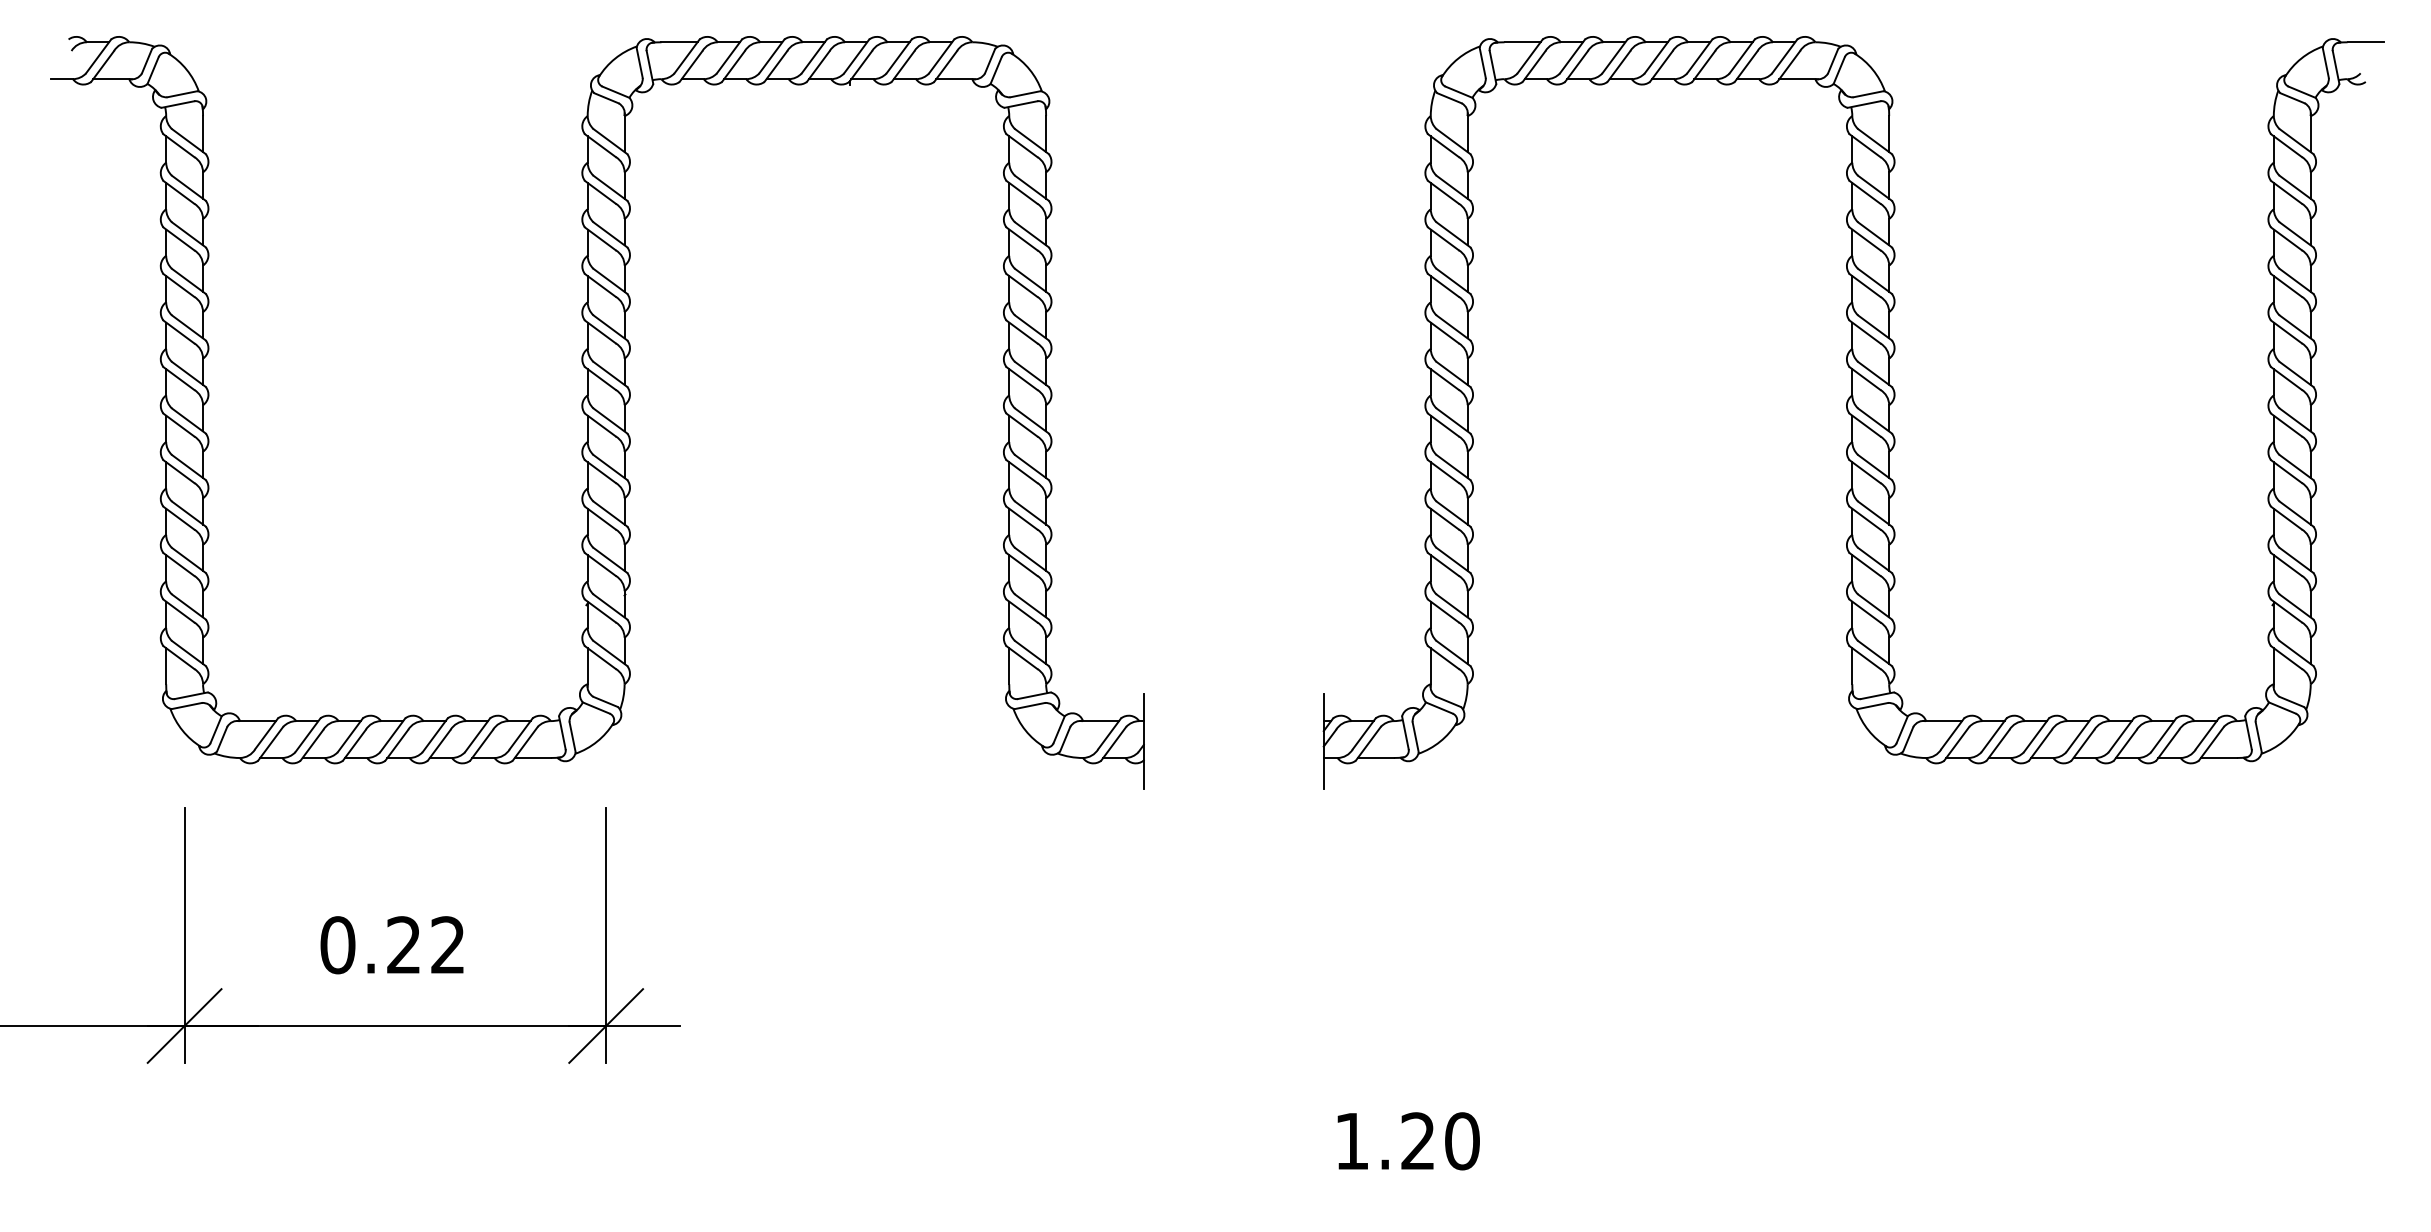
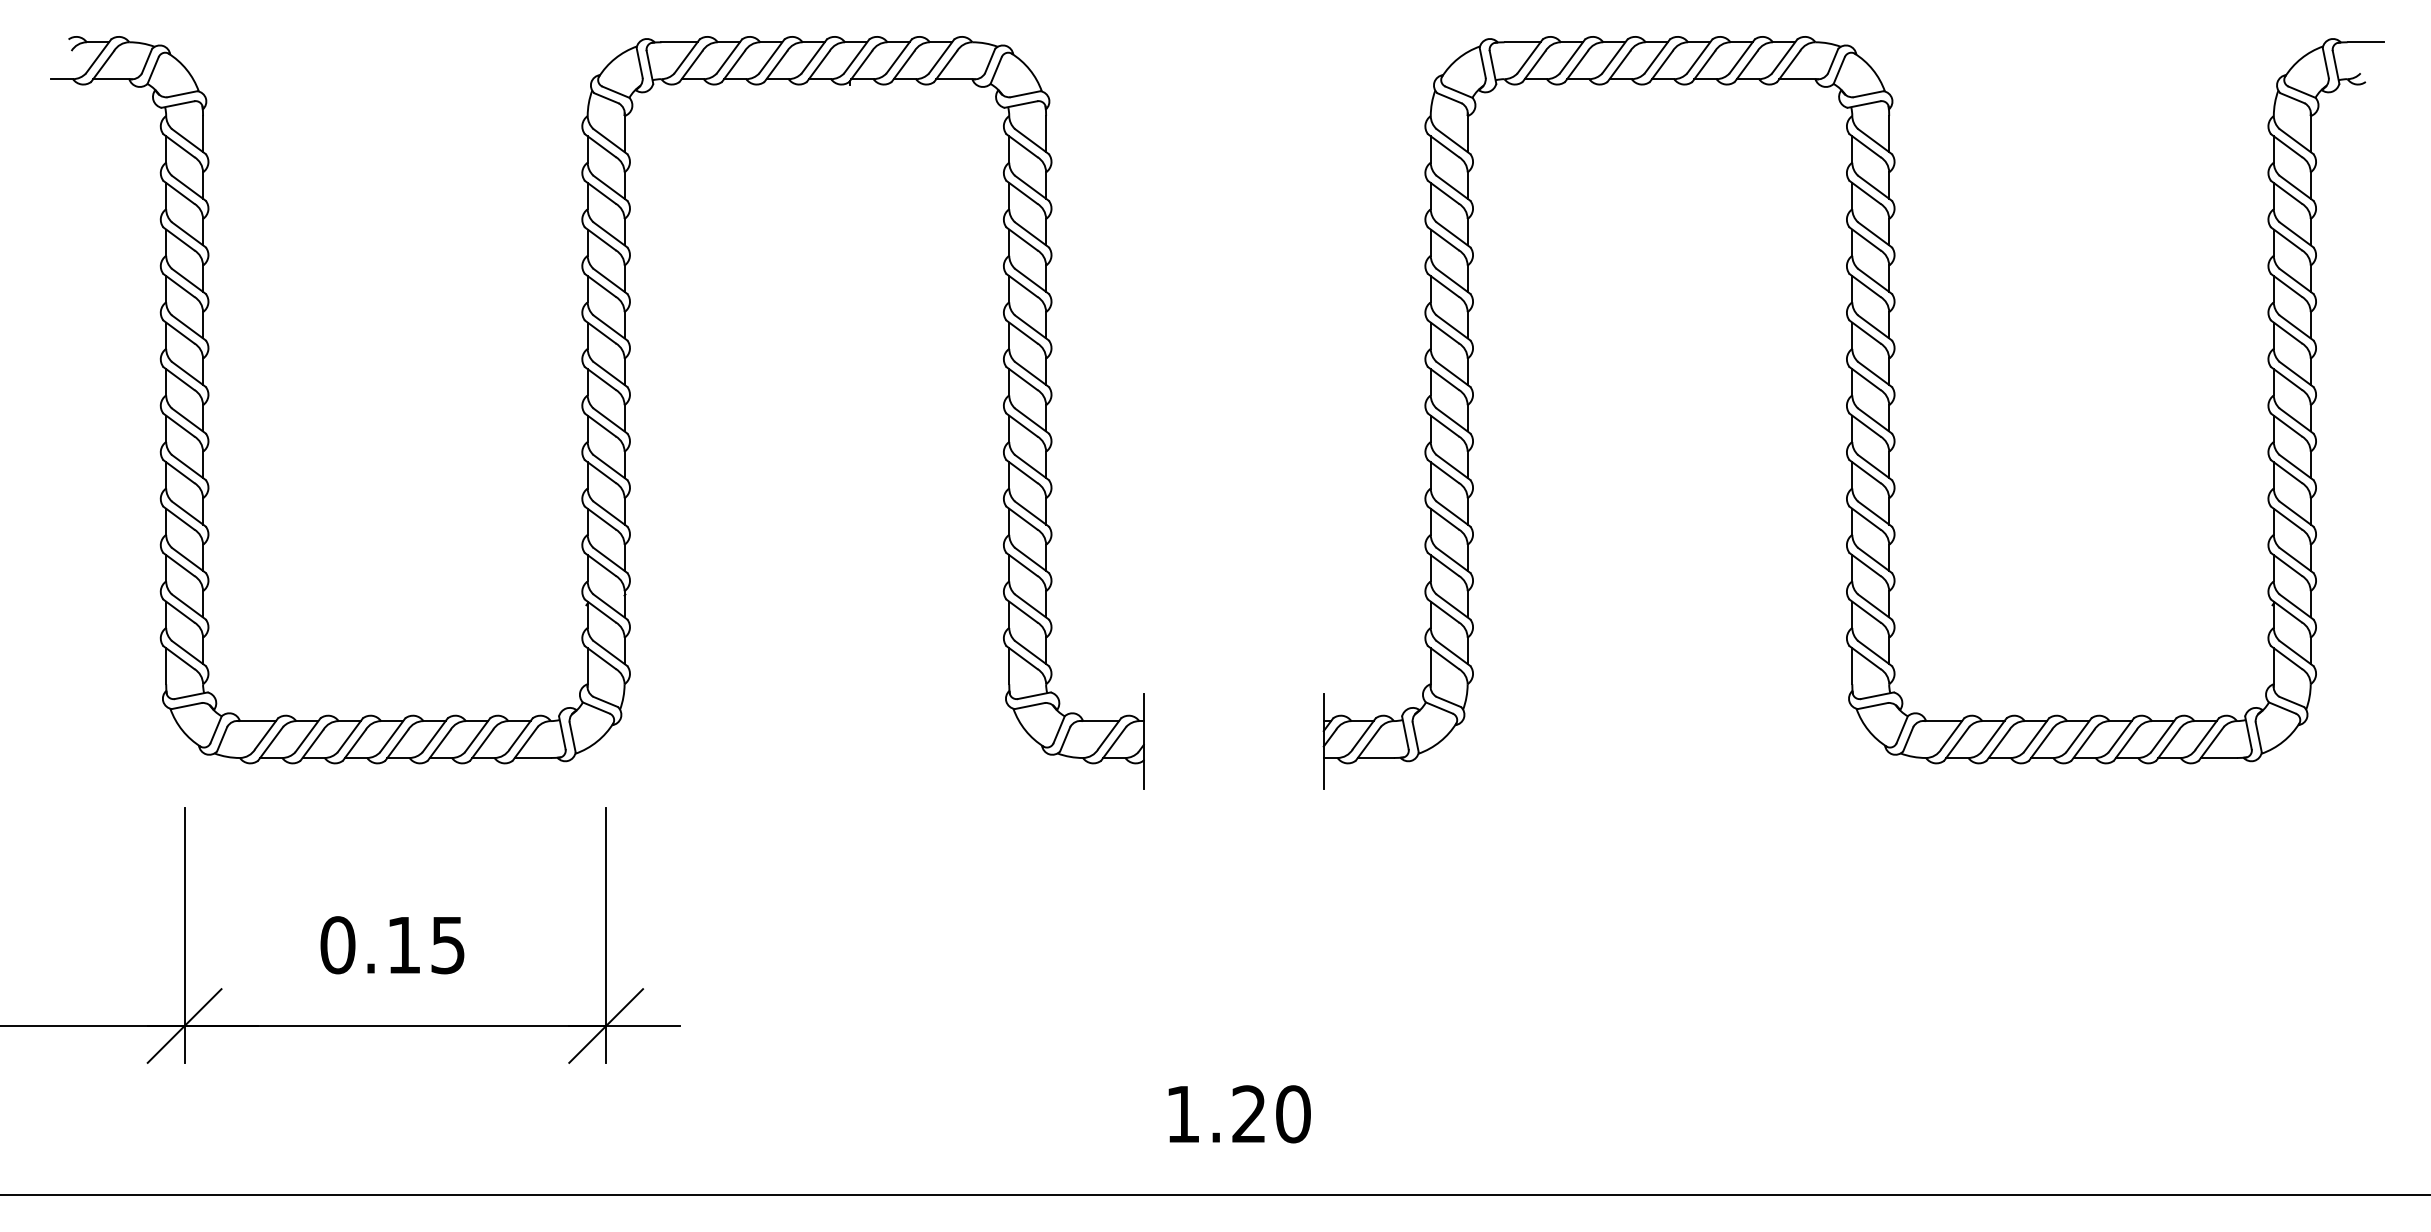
text at (425, 945): 0.22 -> 0.15
text at (1408, 1141) position: (1408, 1141) -> (1239, 1114)
line at (1214, 1195): none -> present
